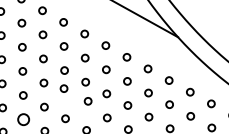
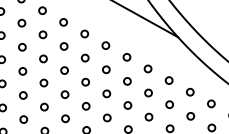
circle at (63, 88) position: (63, 88) -> (64, 94)
circle at (87, 101) position: (87, 101) -> (85, 106)
circle at (23, 119) size: 13x13 px -> 10x9 px
